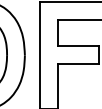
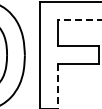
line at (79, 19): solid -> dashed
line at (57, 86): solid -> dashed
